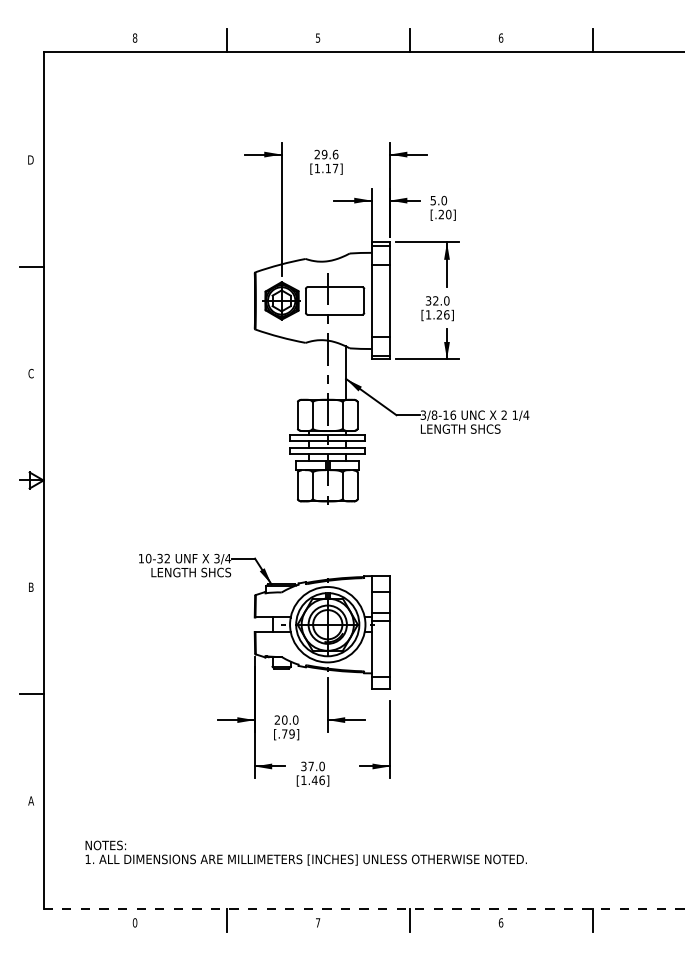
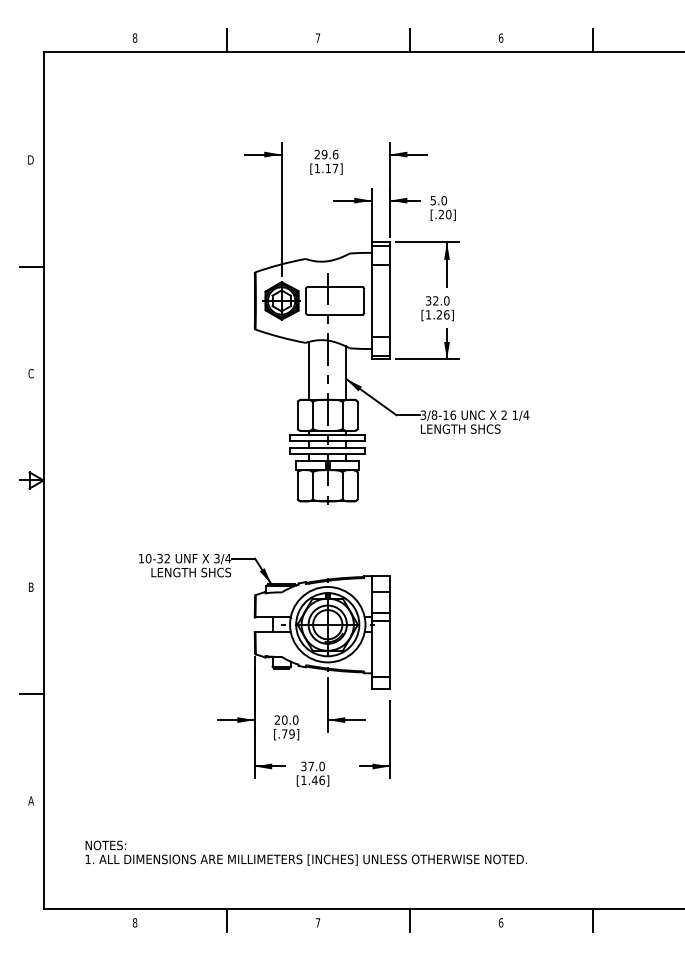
text at (318, 37): 5 -> 7
line at (309, 370): none -> present
line at (364, 908): dashed -> solid
text at (134, 922): 0 -> 8
